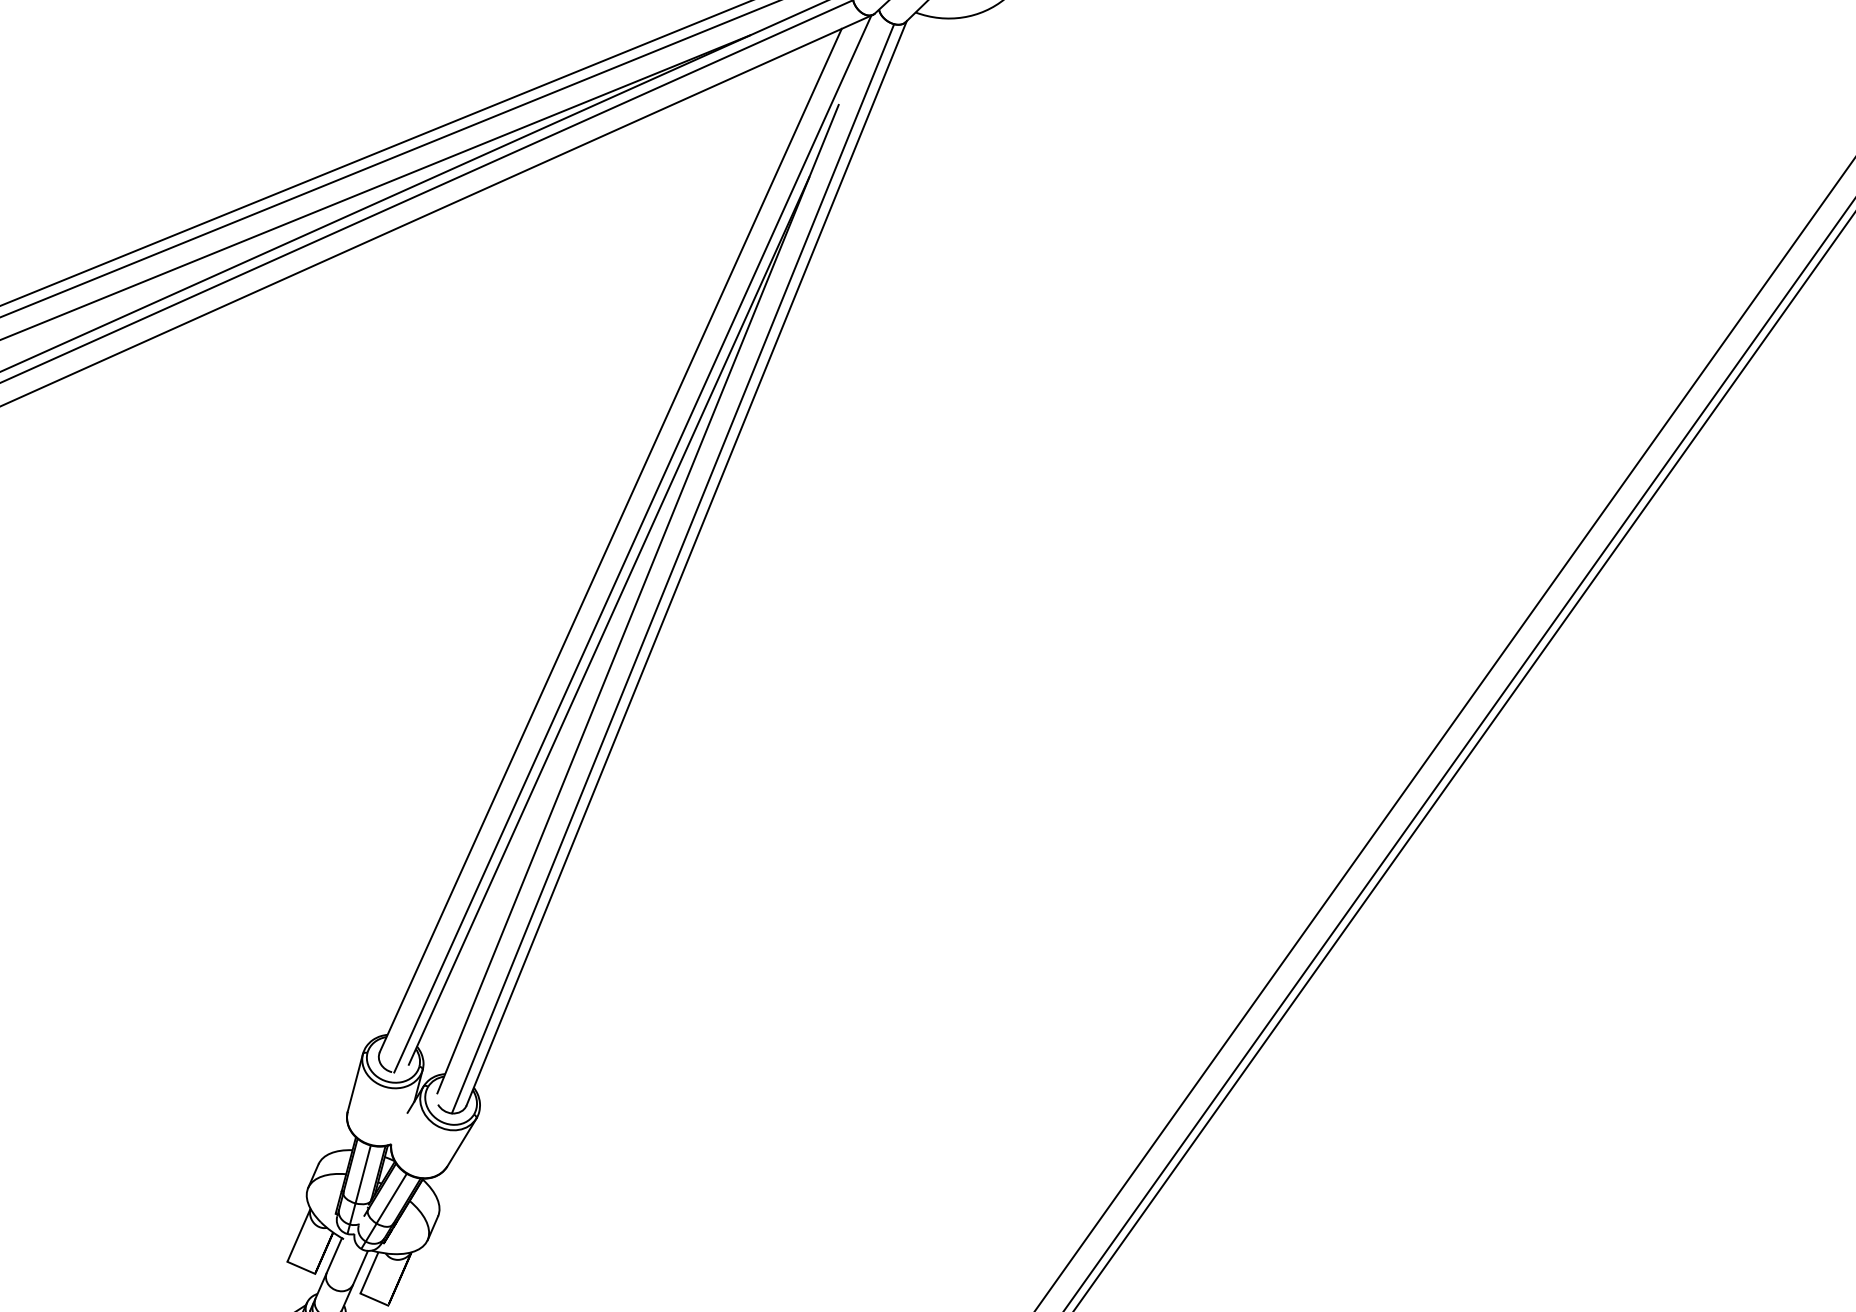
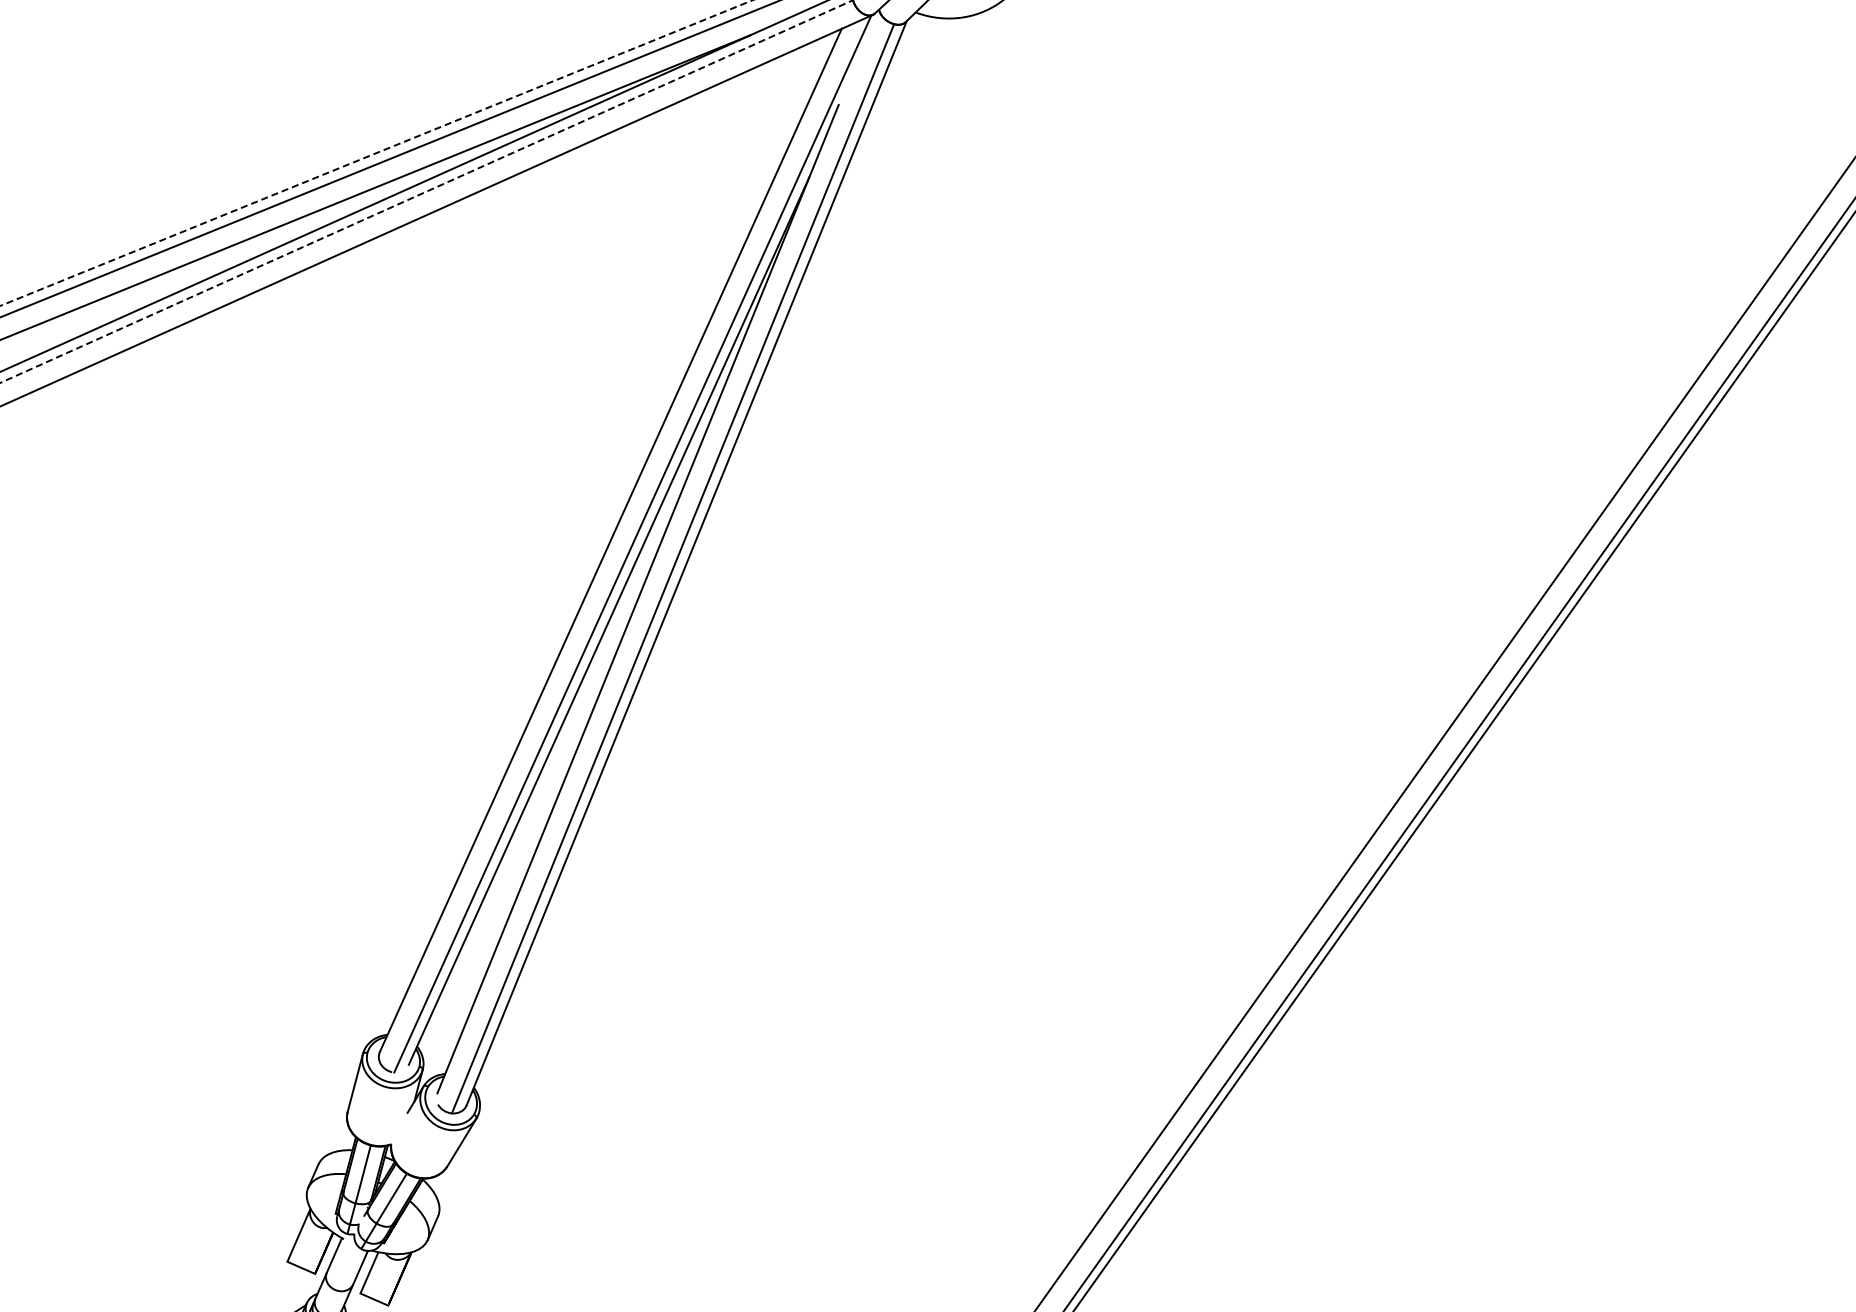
line at (377, 152): solid -> dashed
line at (427, 191): solid -> dashed
